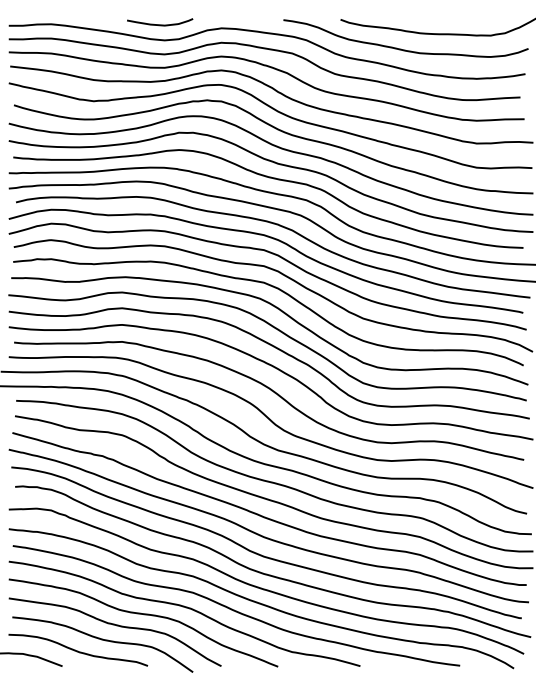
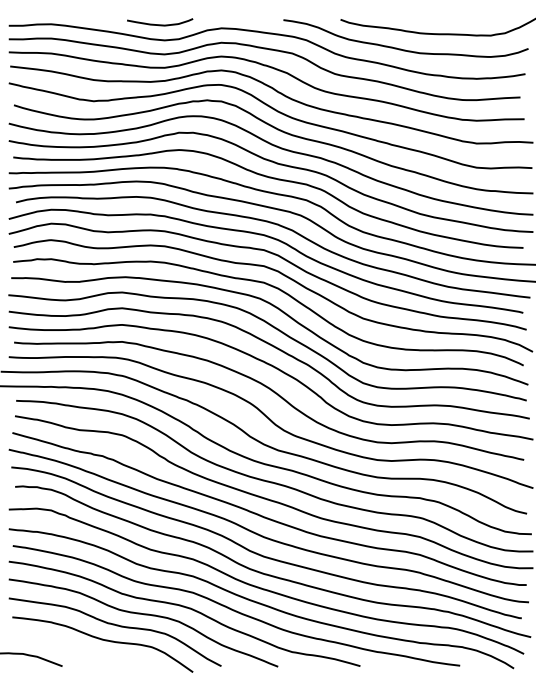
curve at (78, 650): present -> none
